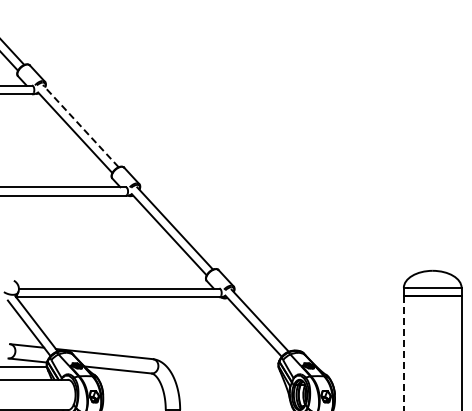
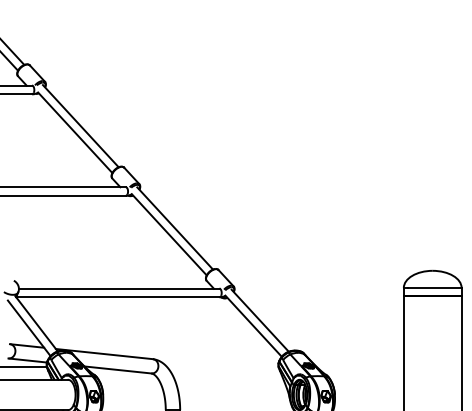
line at (80, 126): dashed -> solid
line at (403, 353): dashed -> solid
